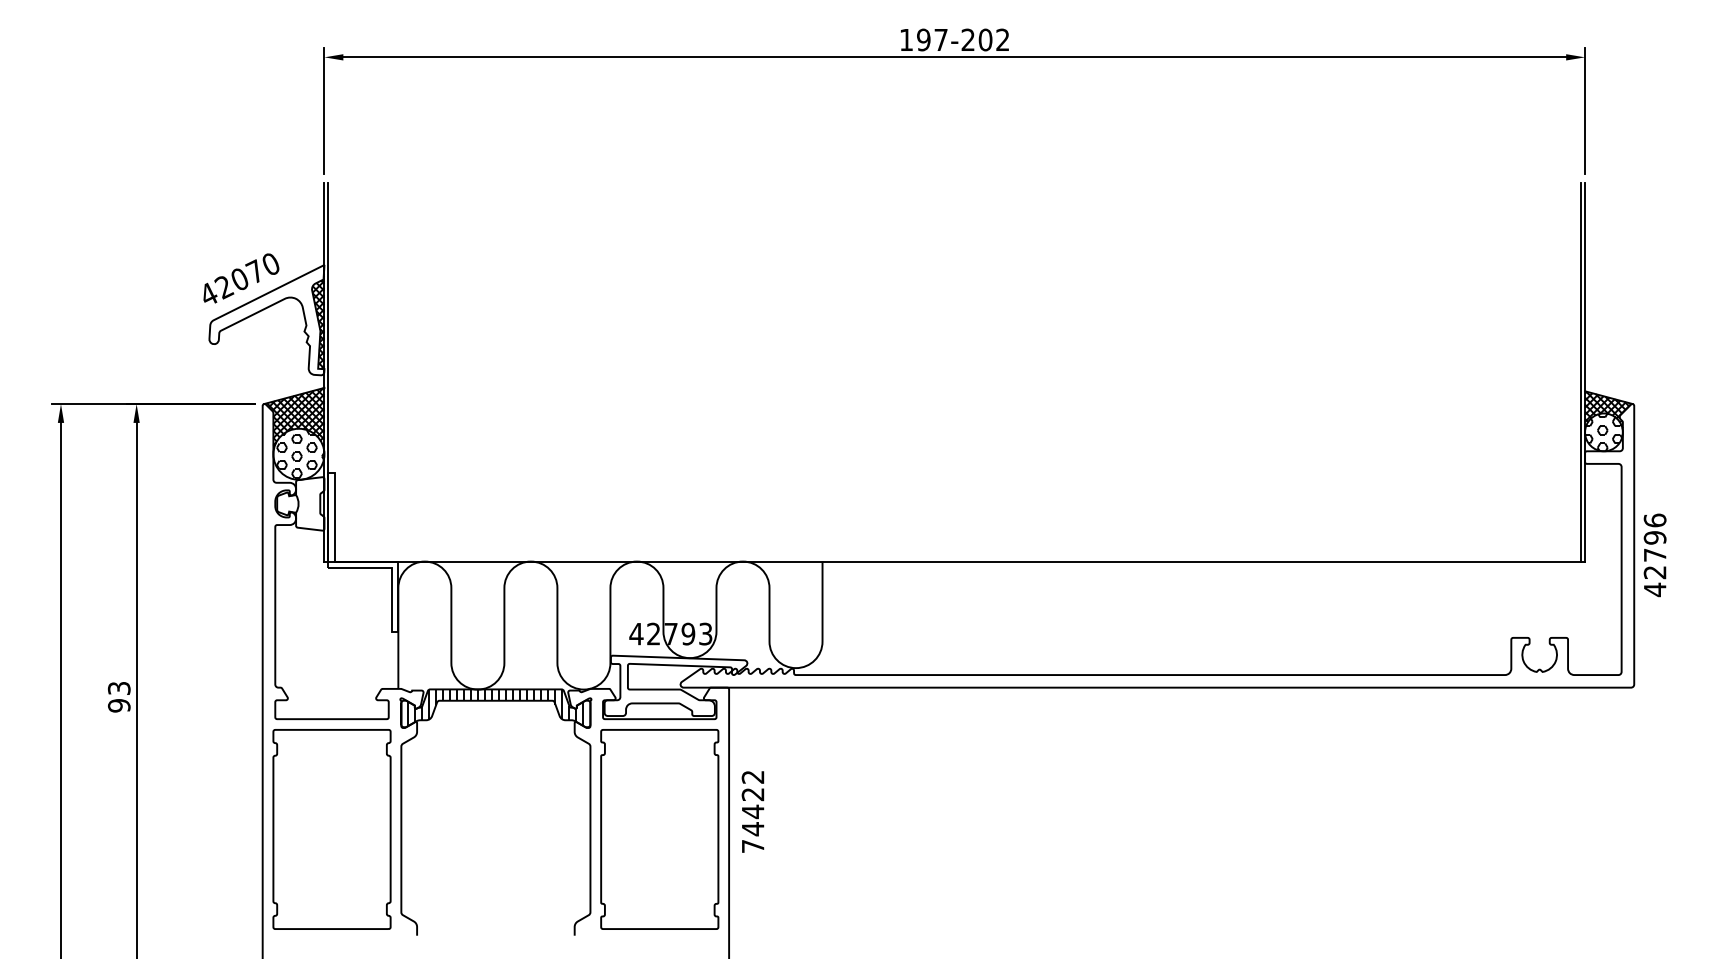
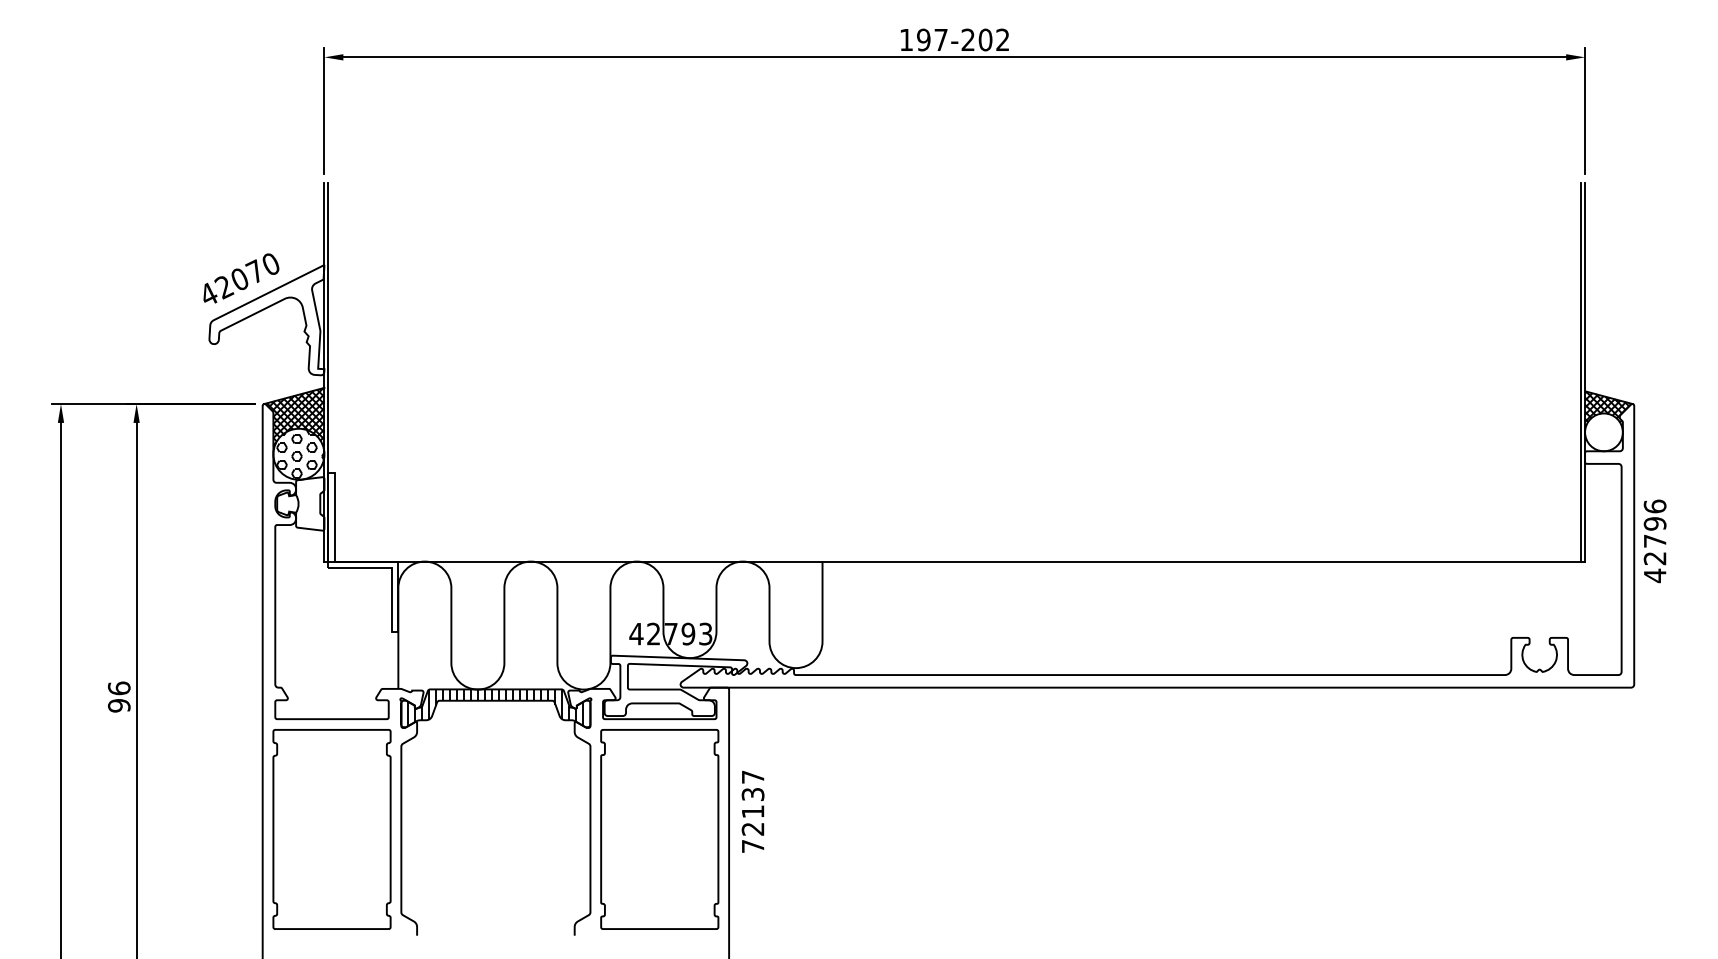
hatch at (318, 317): present -> none
hatch at (1603, 432): present -> none
text at (1654, 555) position: (1654, 555) -> (1654, 541)
text at (118, 688): 93 -> 96
text at (752, 803): 74422 -> 72137
